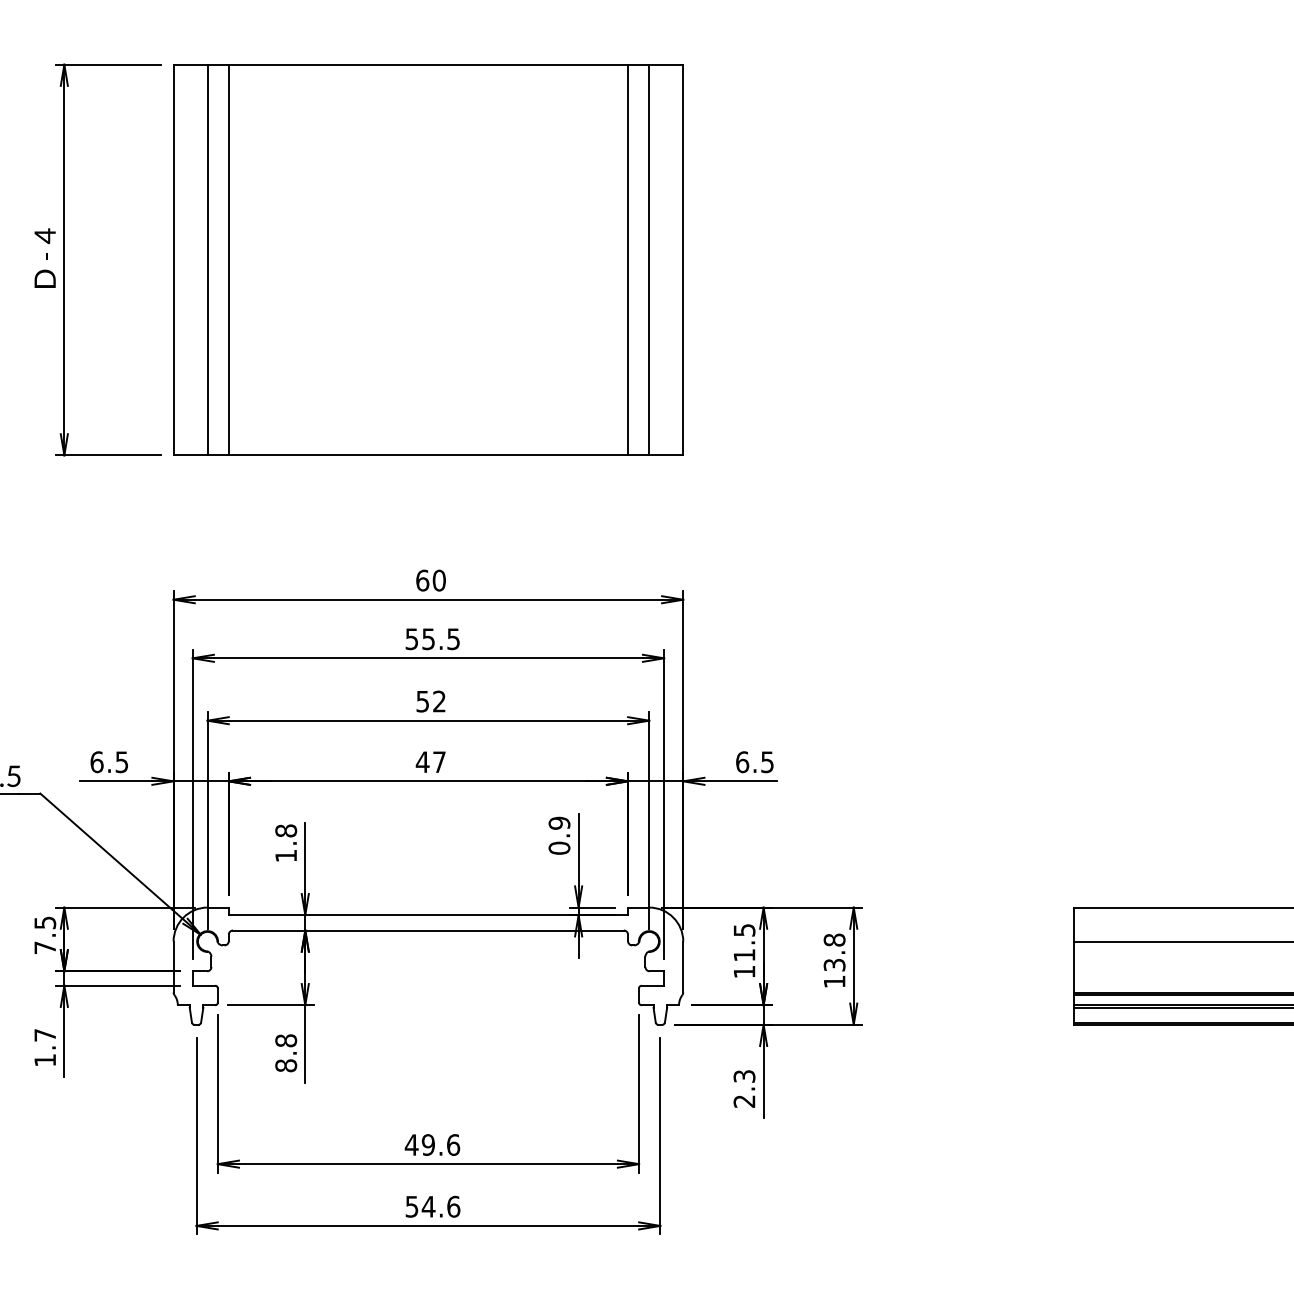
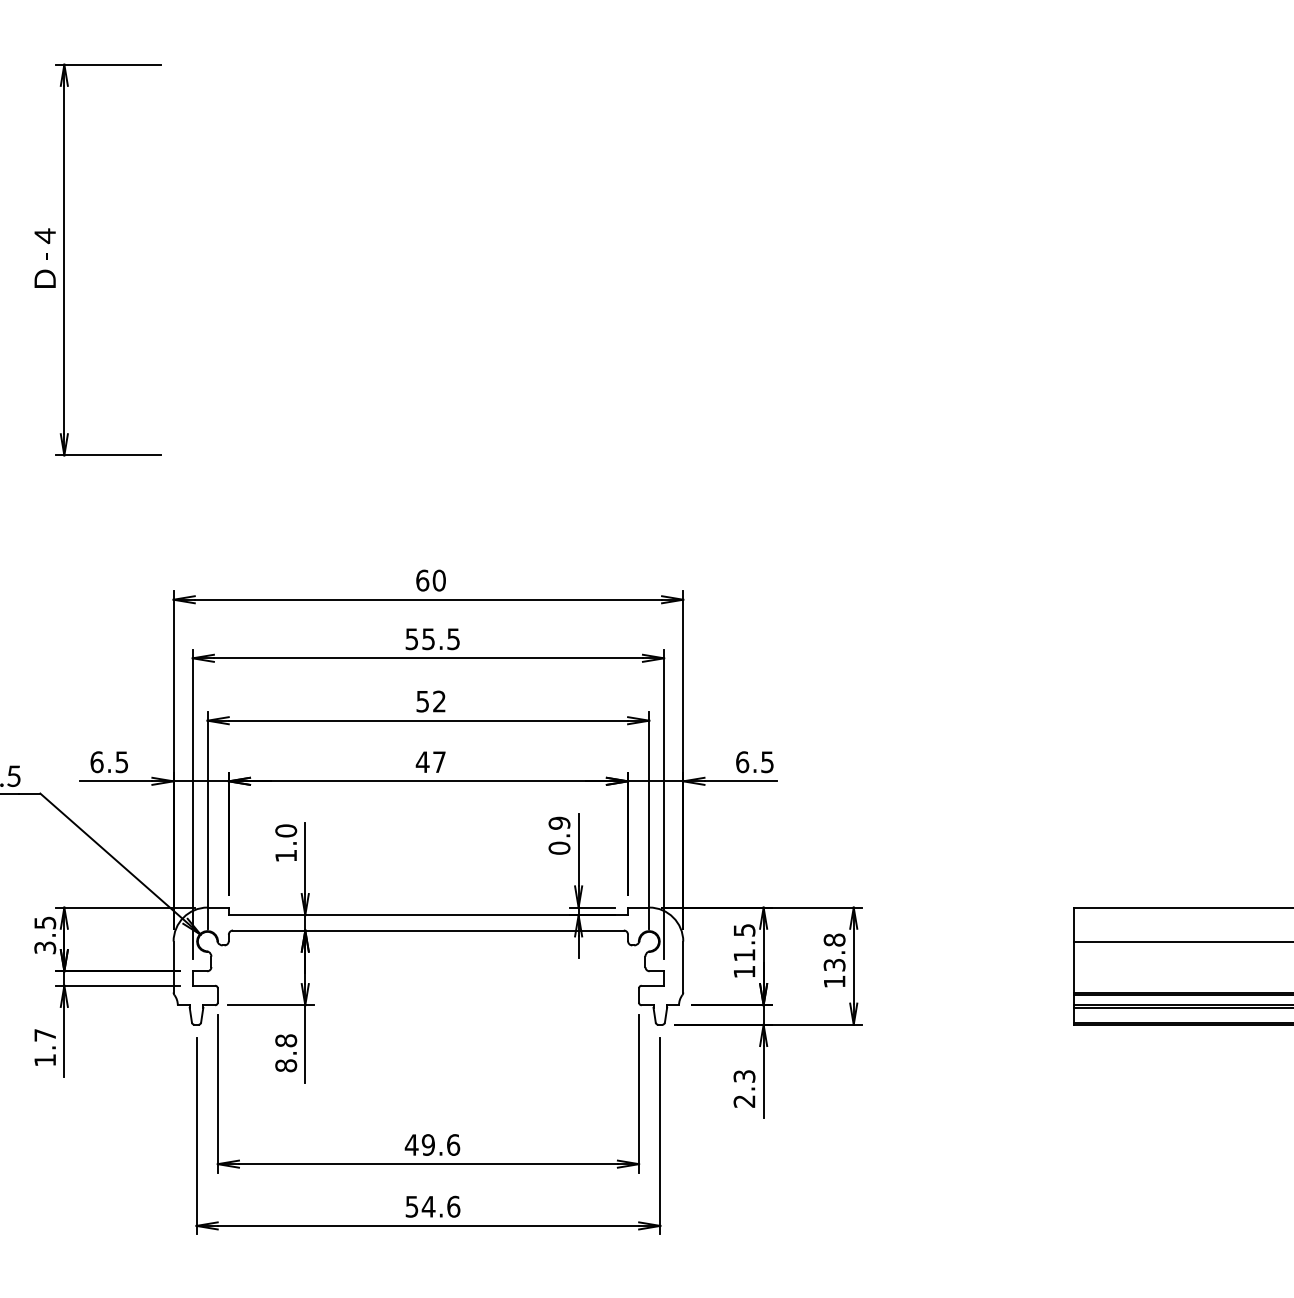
part at (428, 259): present -> none
text at (285, 830): 1.8 -> 1.0
text at (45, 947): 7.5 -> 3.5
